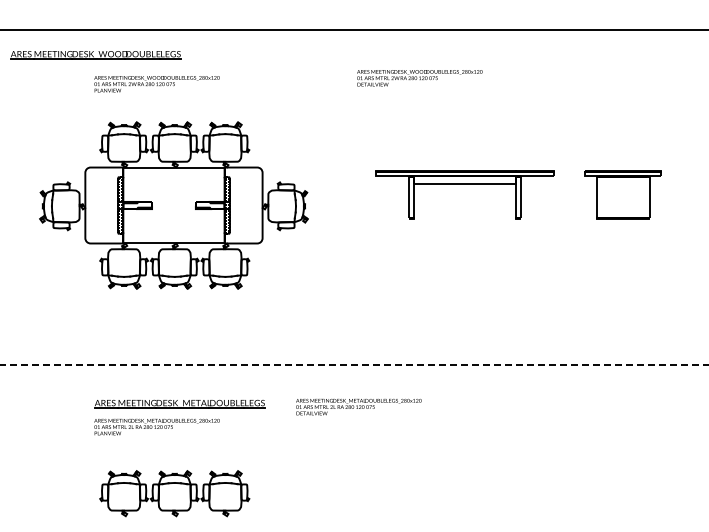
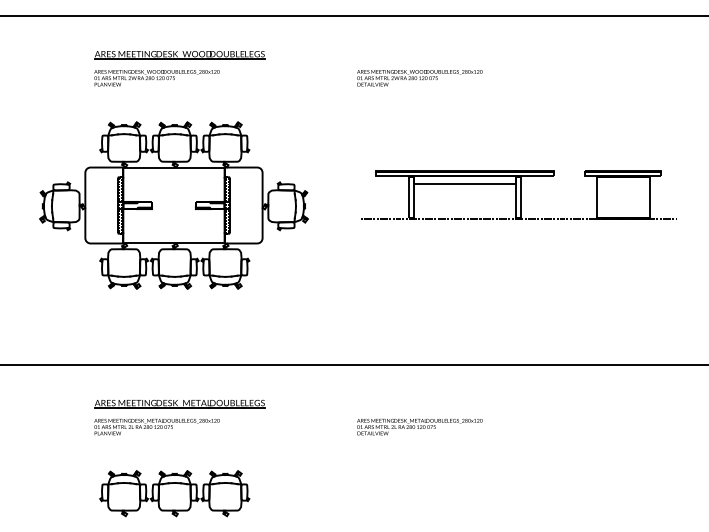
line at (353, 29) position: (353, 29) -> (353, 15)
part at (95, 55) position: (95, 55) -> (179, 55)
text at (156, 84) position: (156, 84) -> (156, 78)
line at (518, 218): none -> present
line at (355, 364): dashed -> solid
text at (358, 407) position: (358, 407) -> (419, 427)
